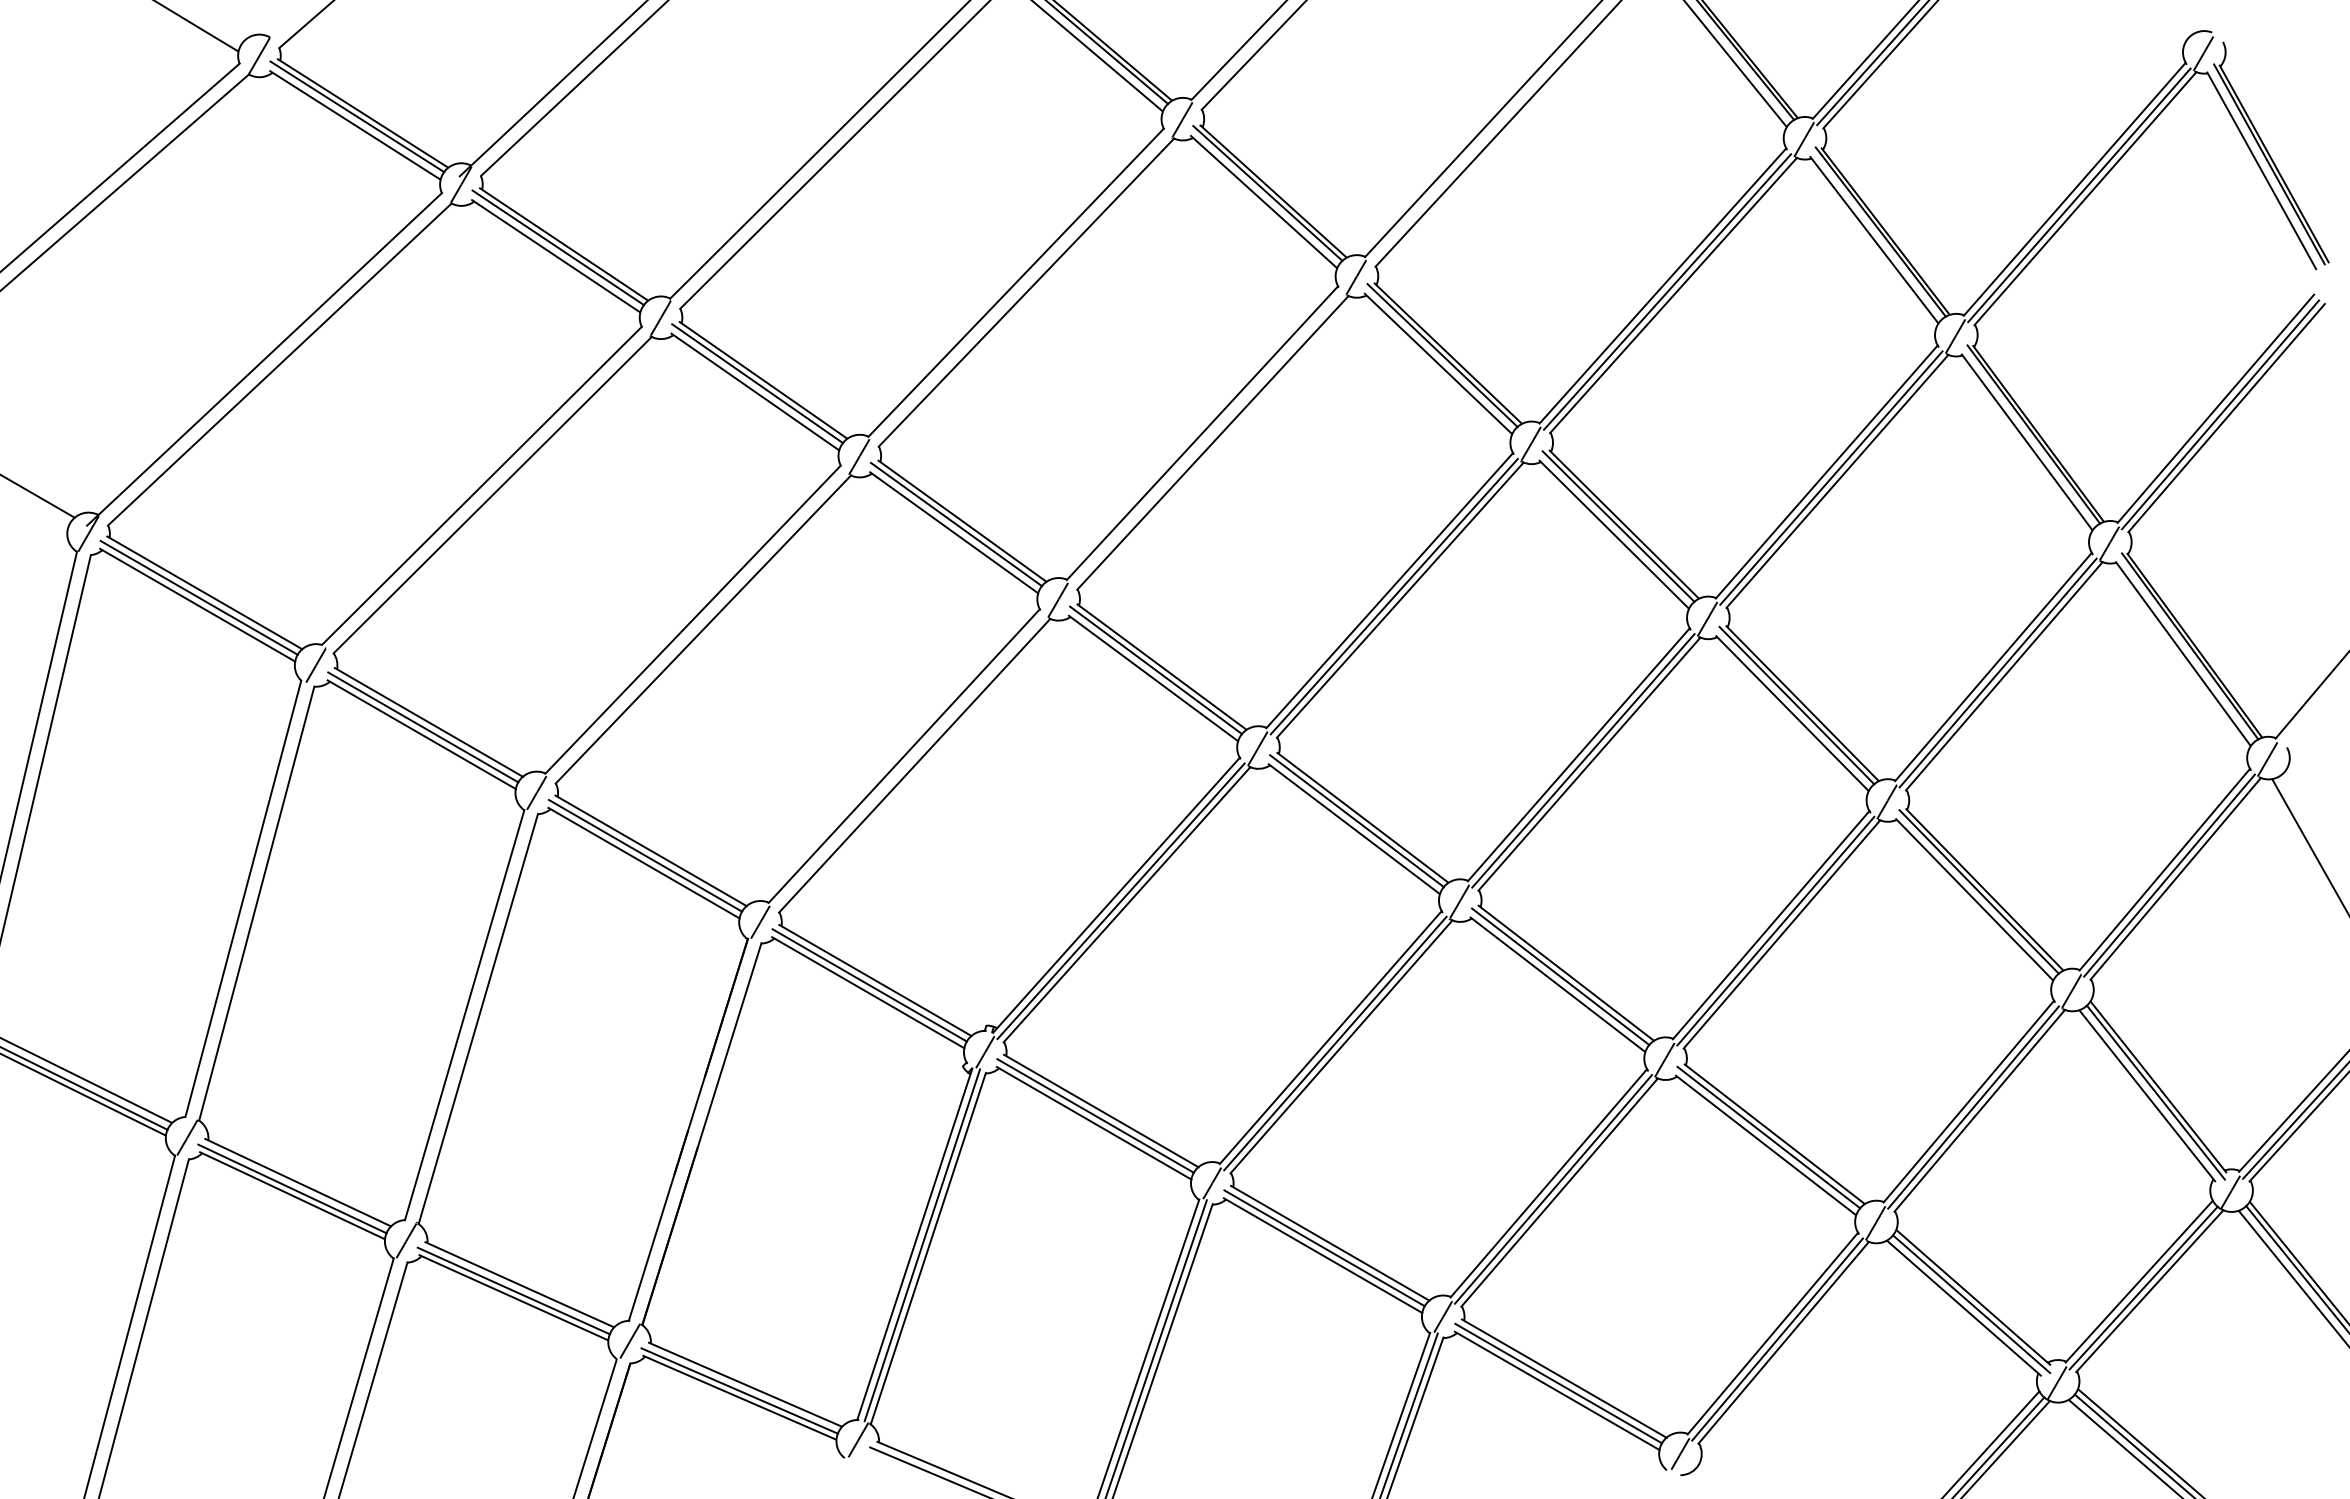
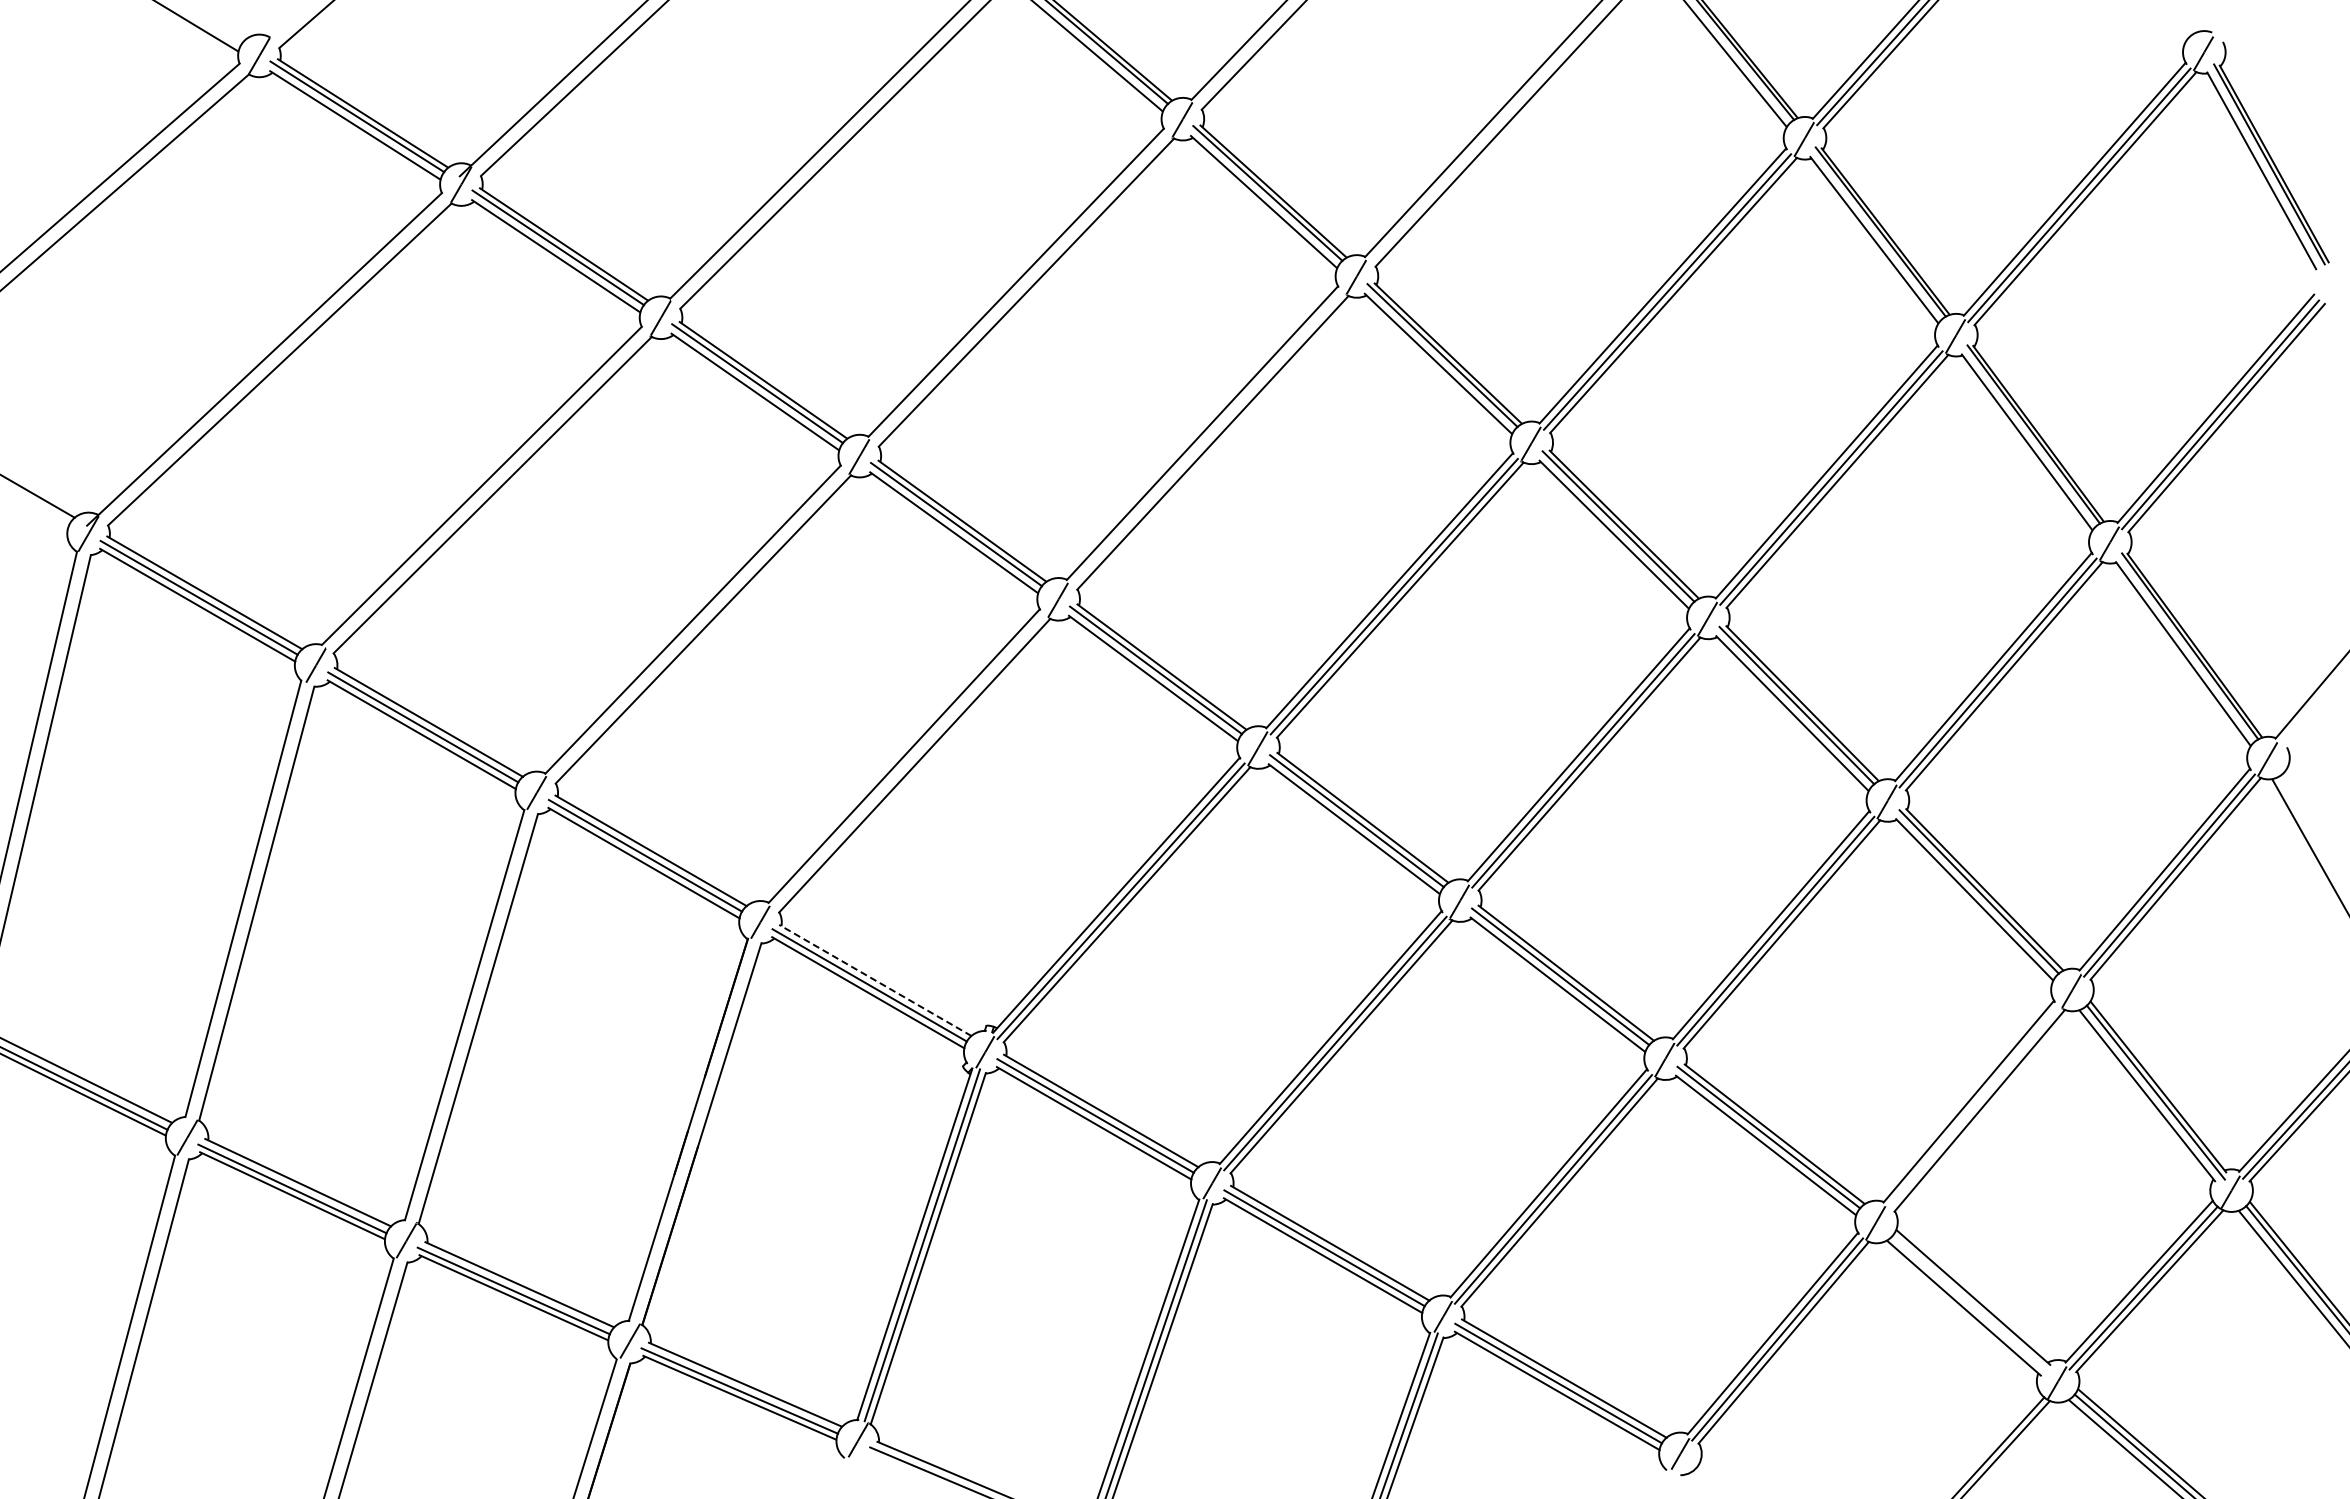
line at (874, 980): solid -> dashed
line at (1973, 1107): present -> none
line at (1971, 1304): present -> none
line at (1991, 1443): present -> none
